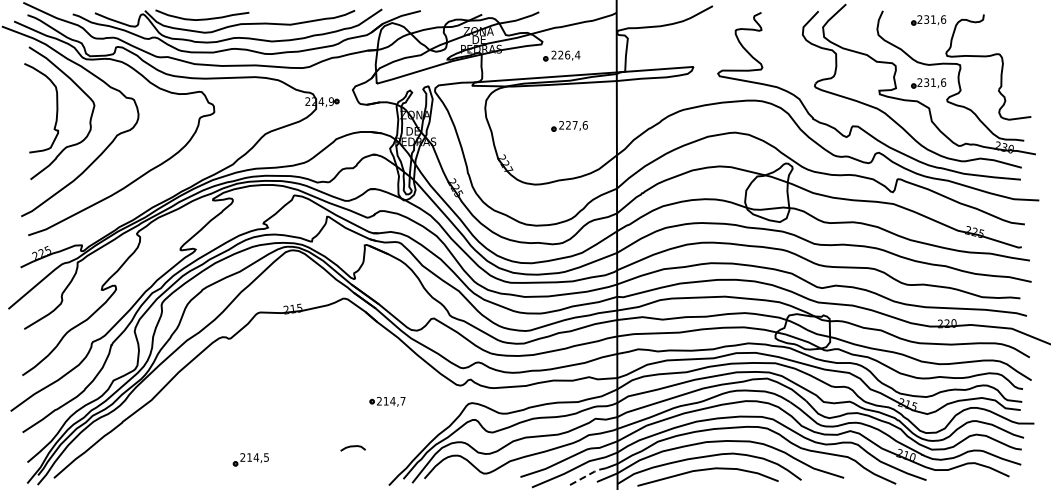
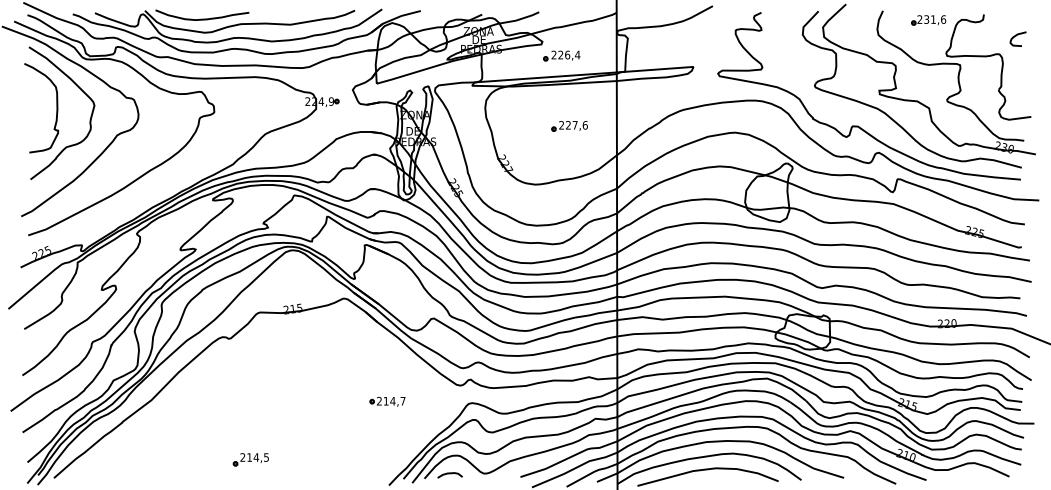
curve at (1016, 36): none -> present
part at (928, 83): present -> none
curve at (352, 447) position: (352, 447) -> (449, 474)
line at (586, 475): dashed -> solid
